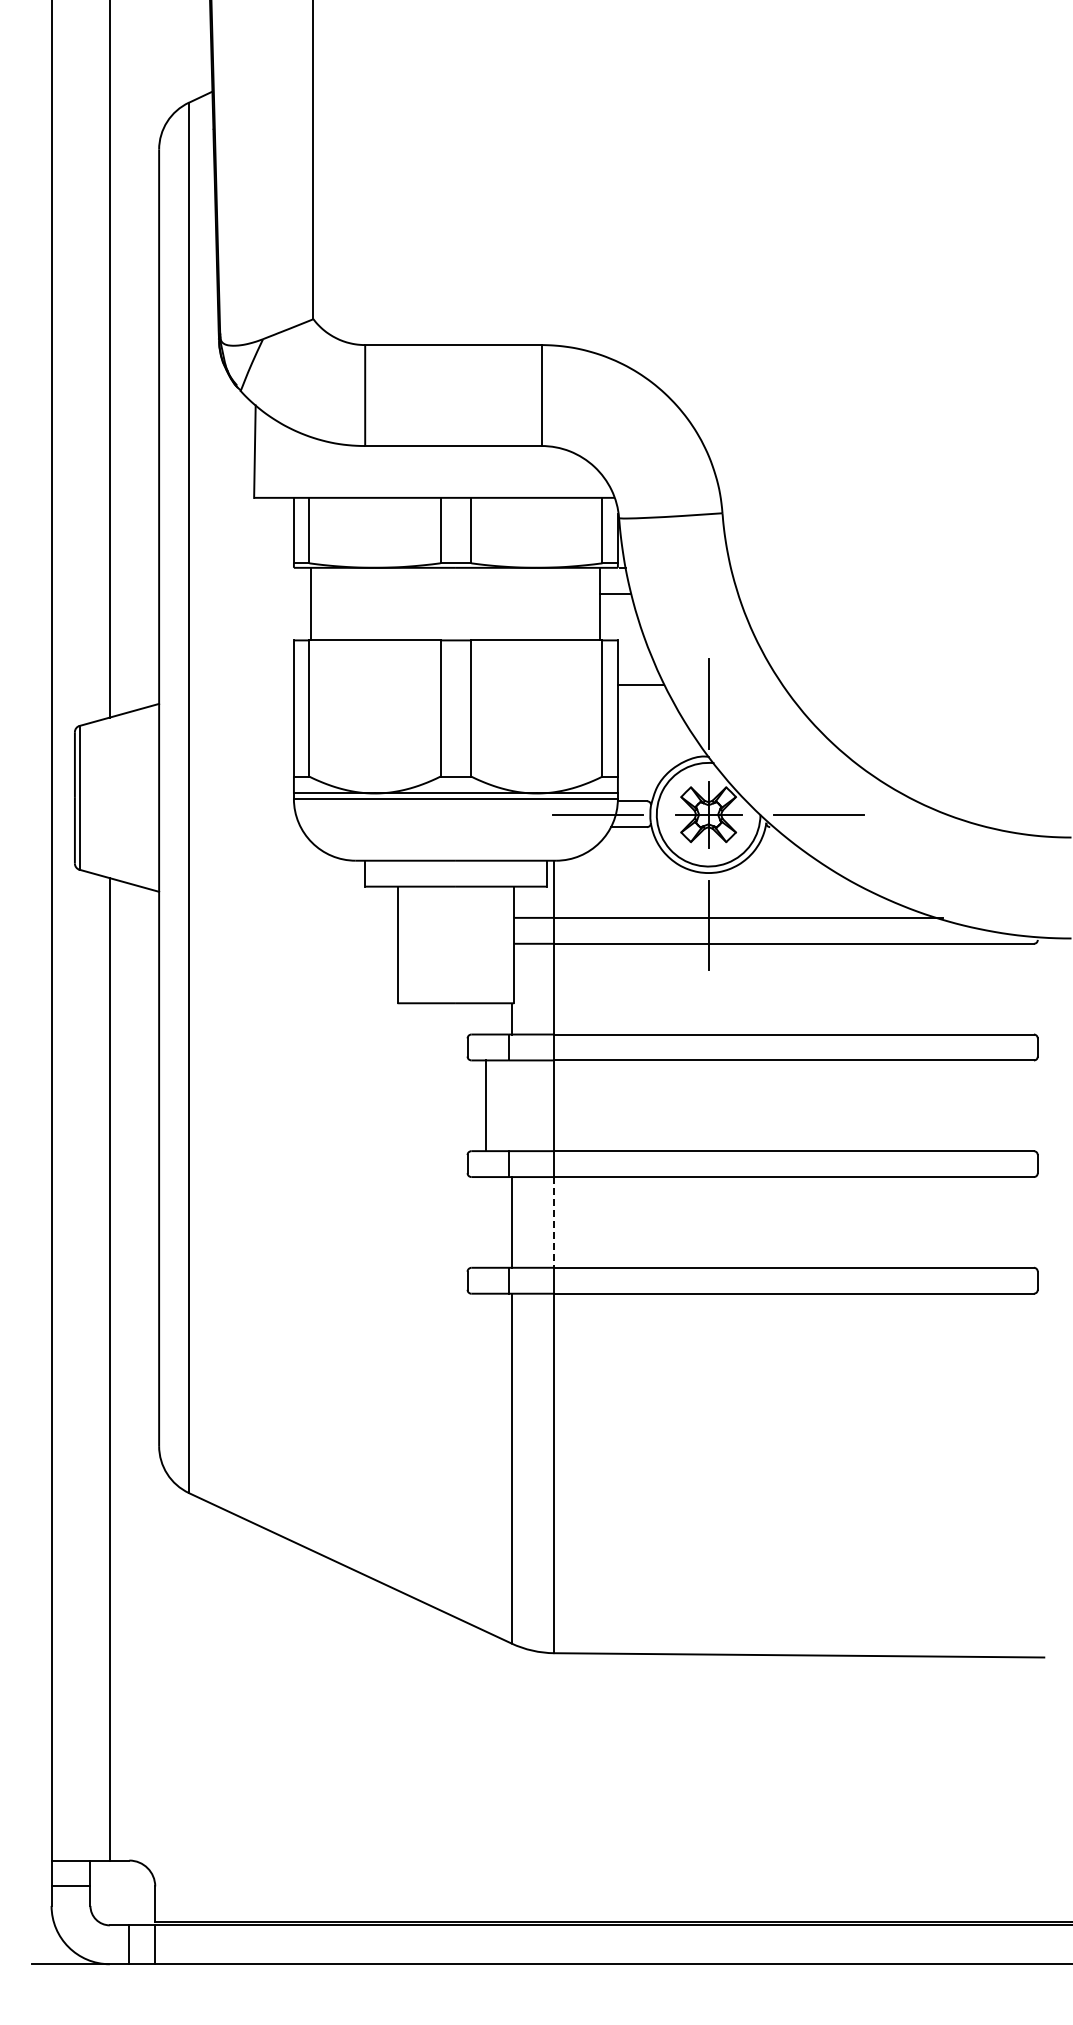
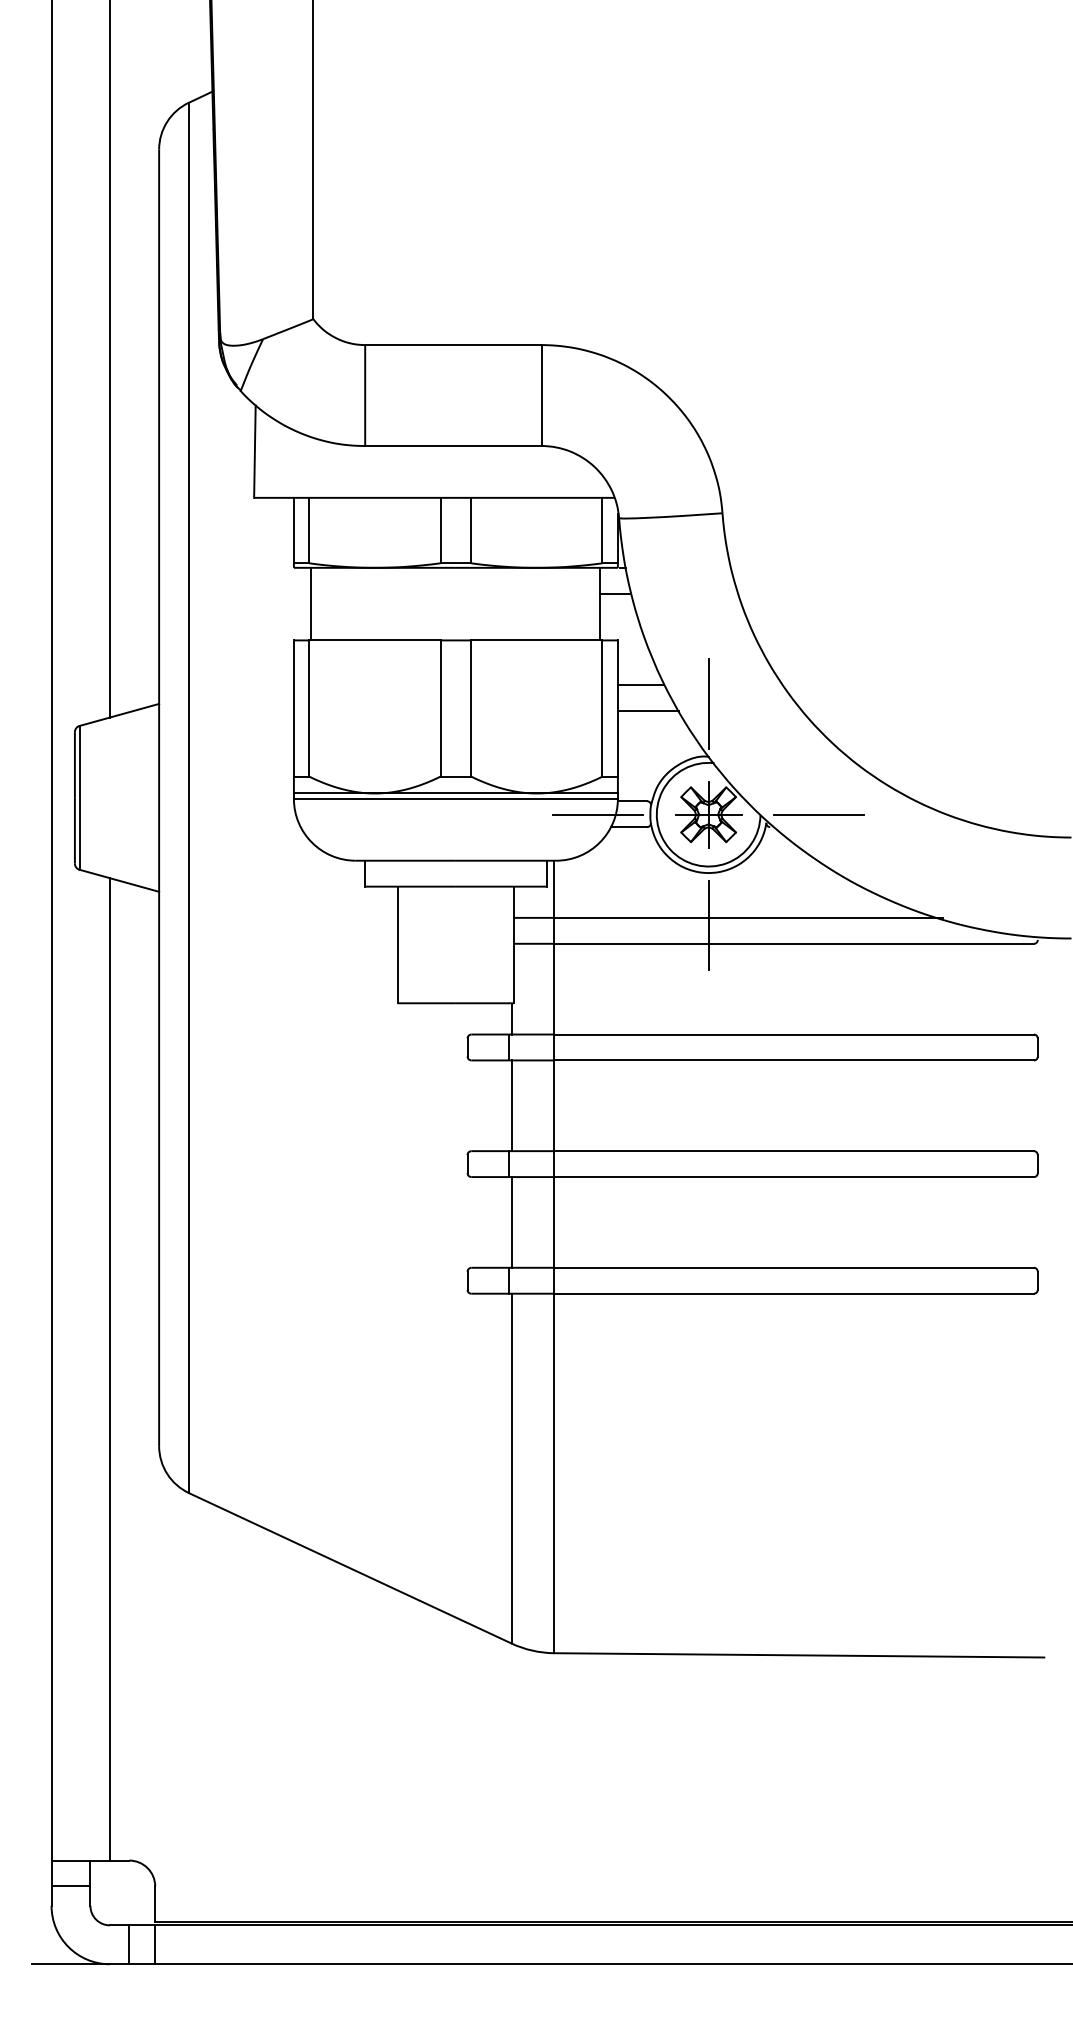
line at (648, 710): none -> present
line at (485, 1105) position: (485, 1105) -> (511, 1105)
line at (554, 1222): dashed -> solid
